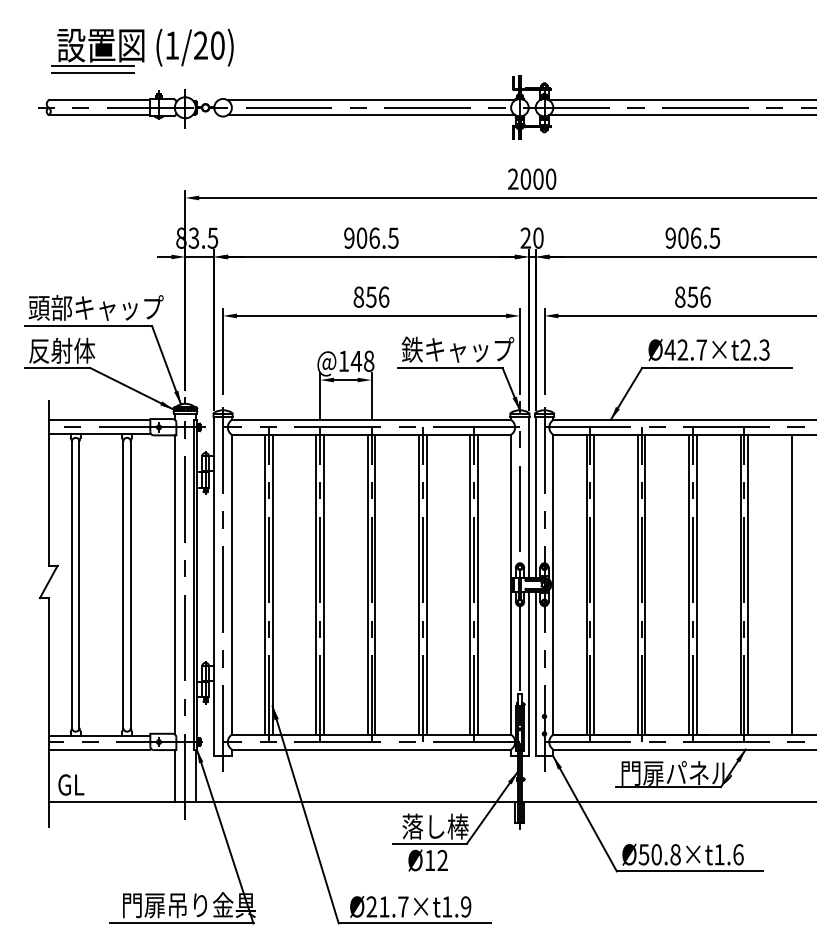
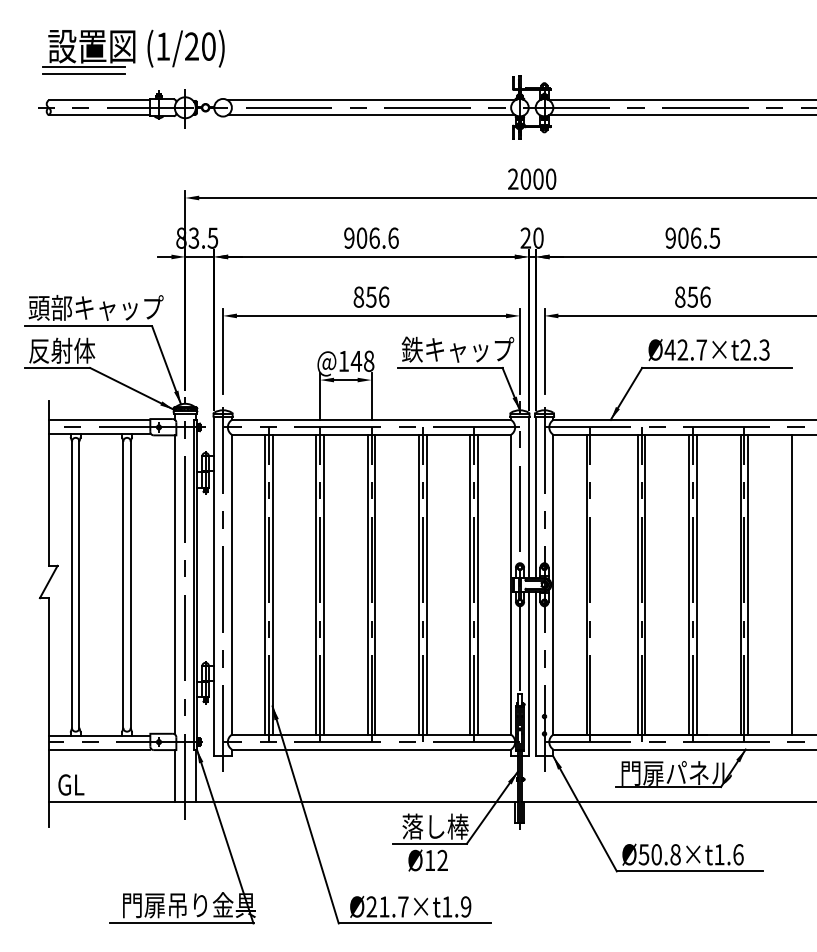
part at (142, 50) position: (142, 50) -> (133, 51)
text at (393, 237): 906.5 -> 906.6
line at (594, 584): present -> none
